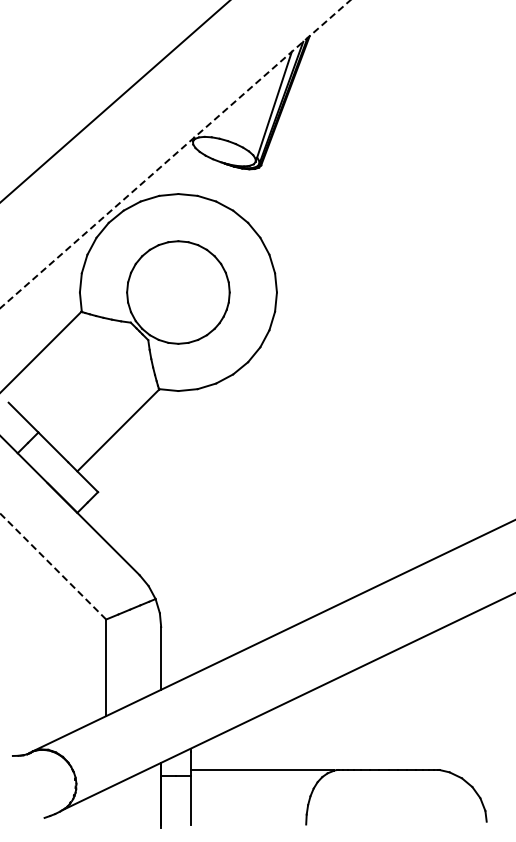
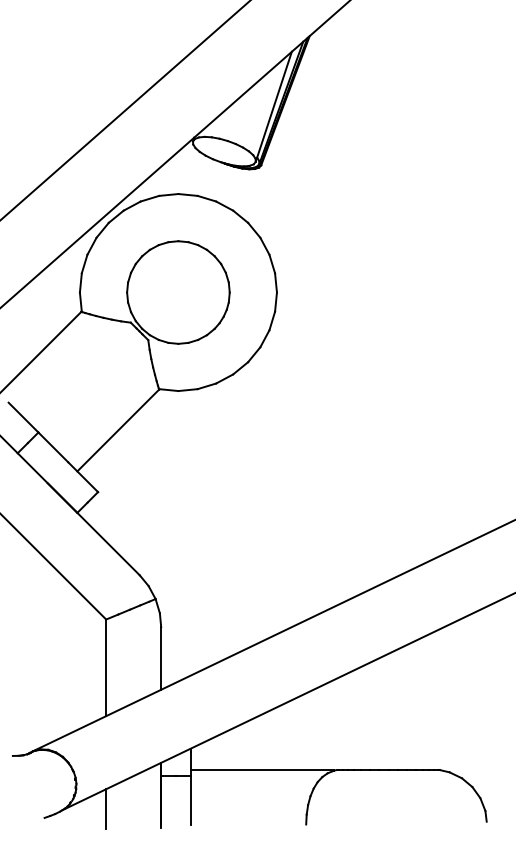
line at (114, 101) position: (114, 101) -> (125, 110)
line at (175, 154): dashed -> solid
line at (53, 566): dashed -> solid
line at (106, 808): none -> present
